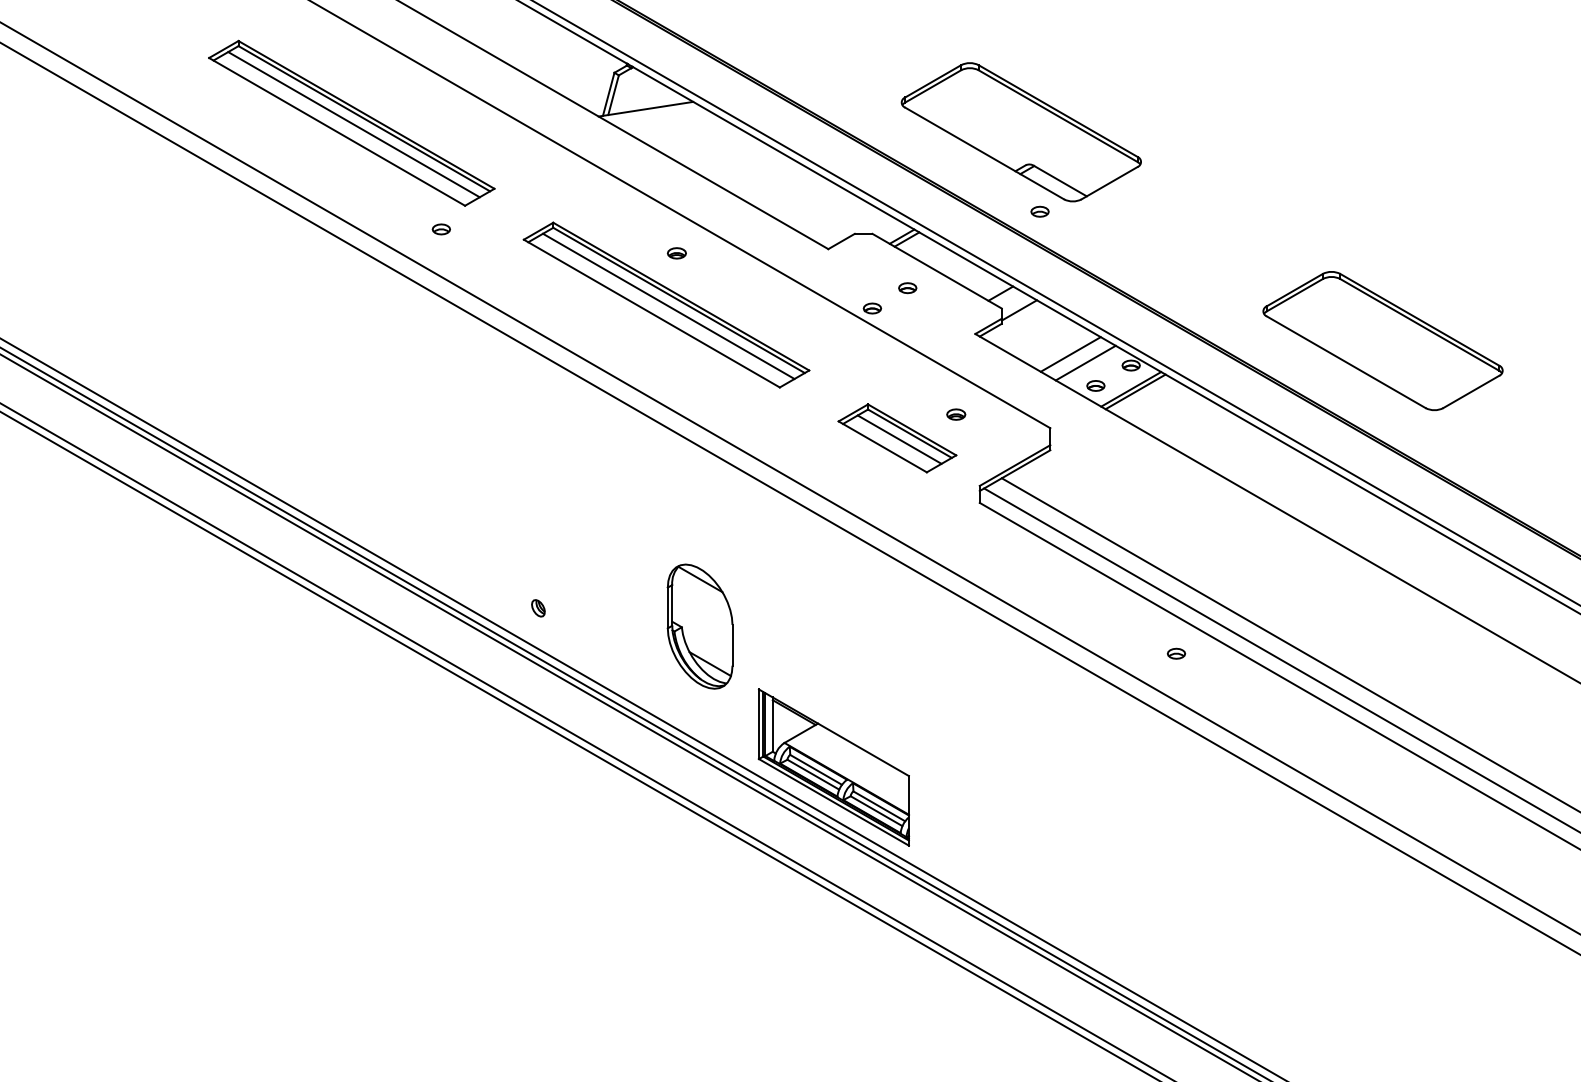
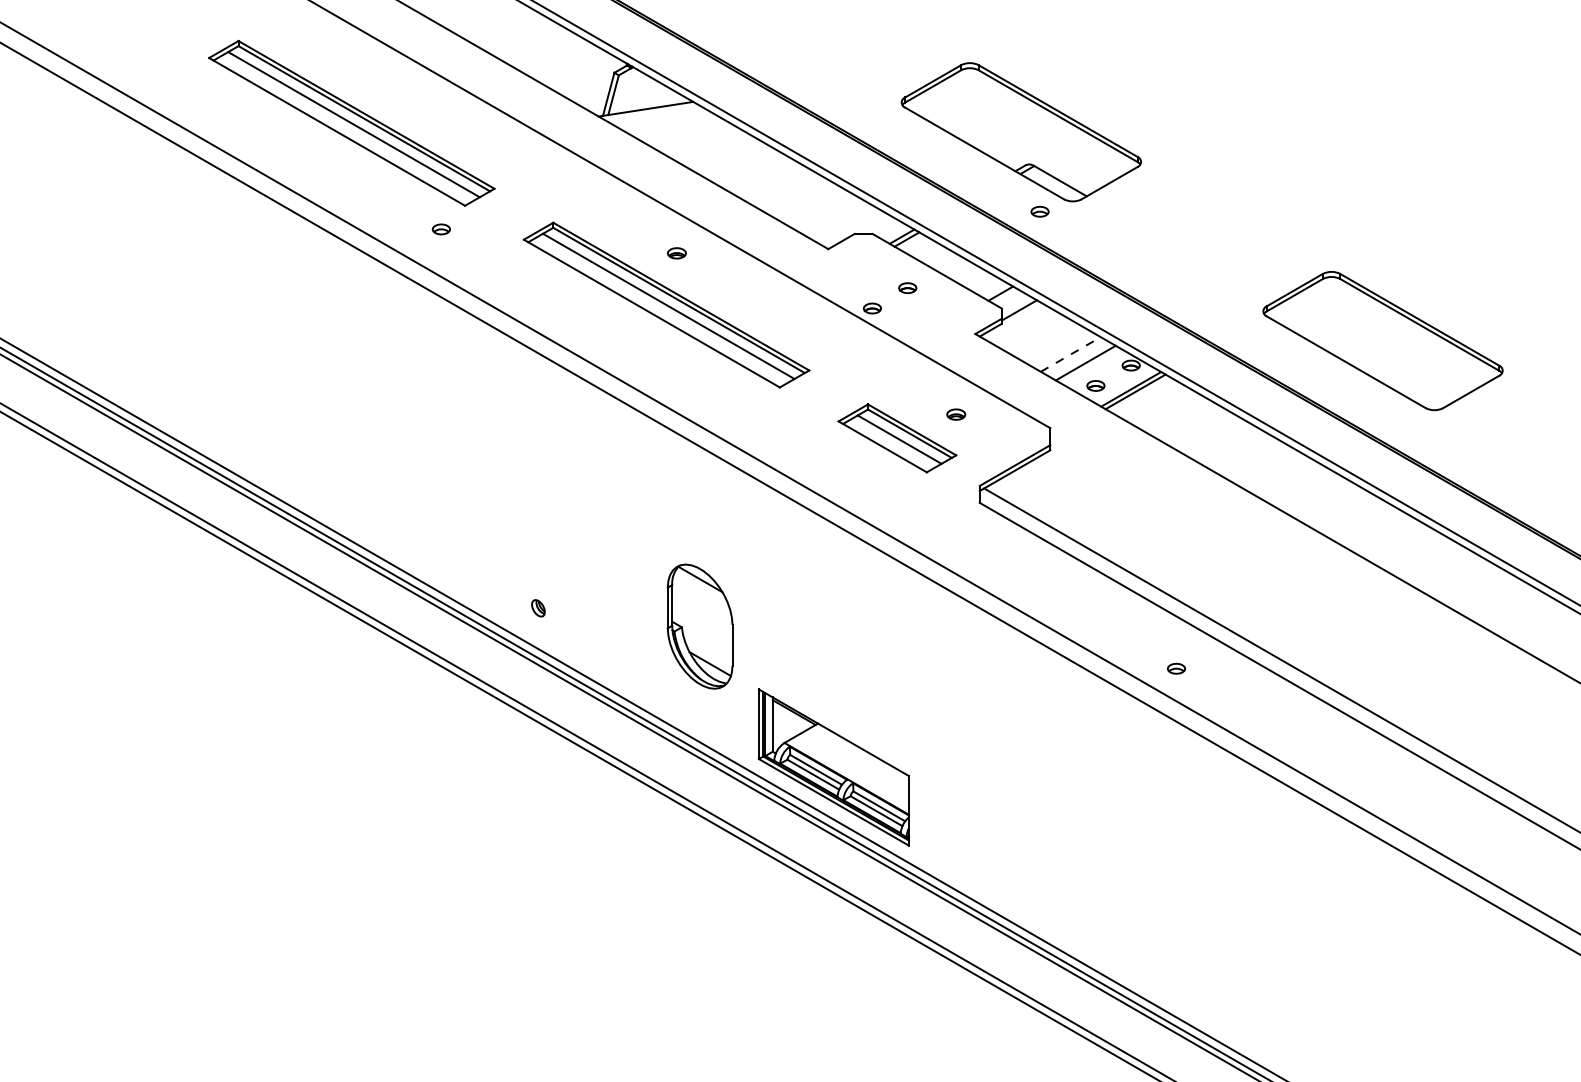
line at (1070, 354): solid -> dashed
line at (1289, 644): present -> none
part at (1176, 653) position: (1176, 653) -> (1176, 668)
